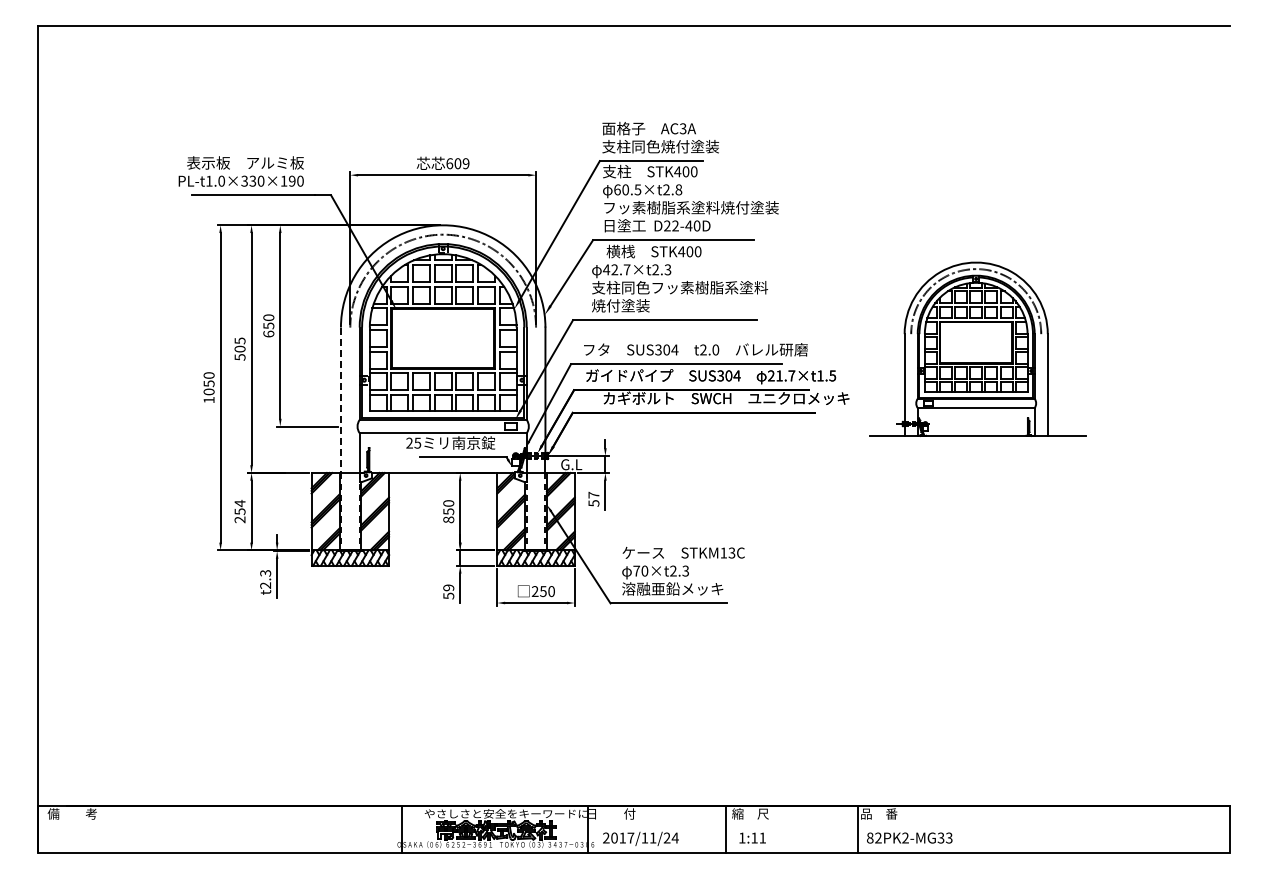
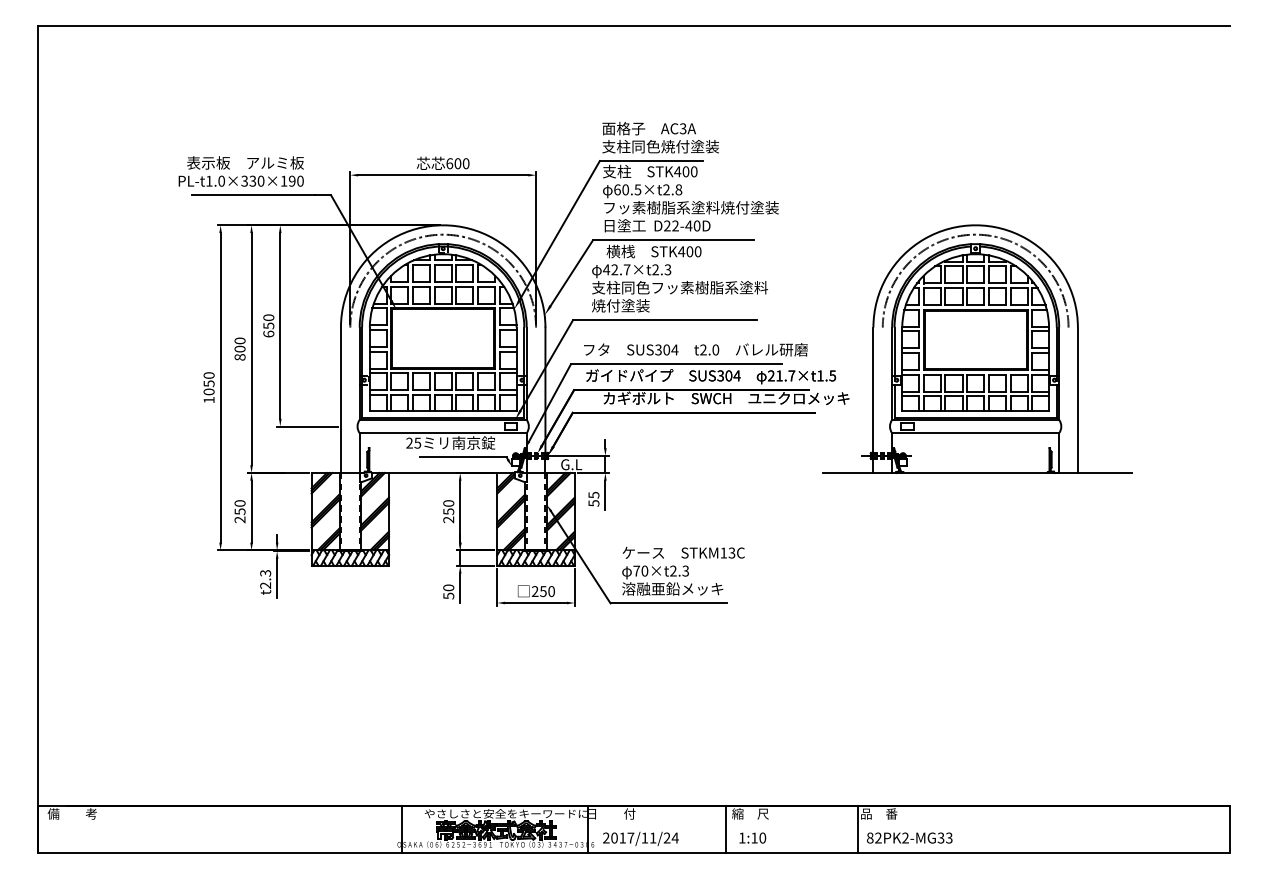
text at (465, 163): 609 -> 600
text at (239, 348): 505 -> 800
part at (977, 348) size: 218x176 px -> 311x251 px
line at (340, 400): dashed -> solid
text at (593, 494): 57 -> 55
text at (239, 503): 254 -> 250
text at (448, 519): 850 -> 250
text at (448, 587): 59 -> 50
text at (762, 837): 1:11 -> 1:10
